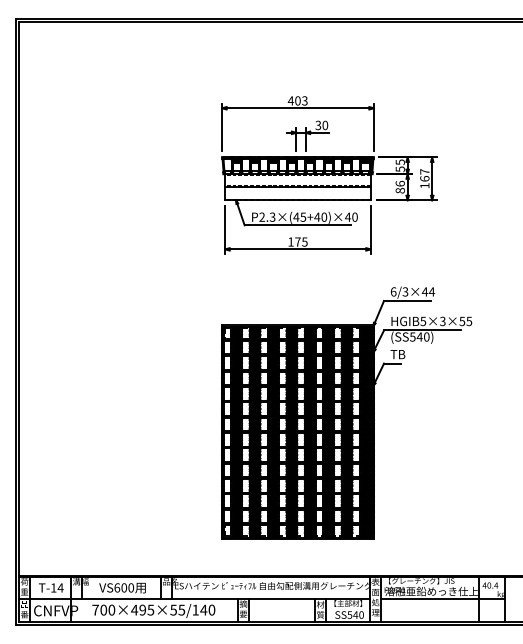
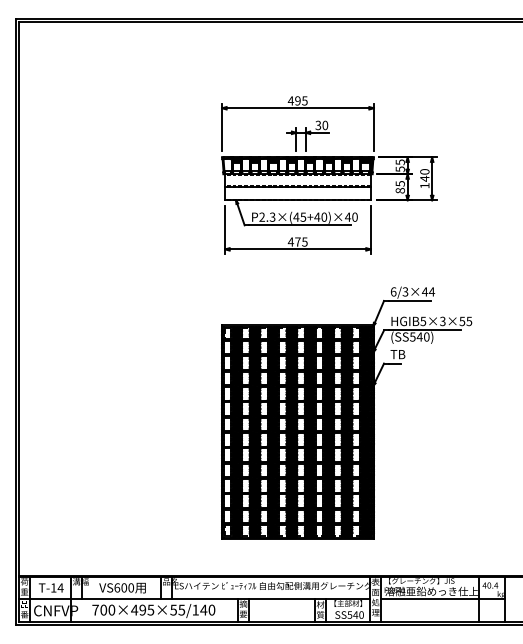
text at (301, 100): 403 -> 495
text at (424, 175): 167 -> 140
text at (399, 183): 86 -> 85
text at (290, 241): 175 -> 475
